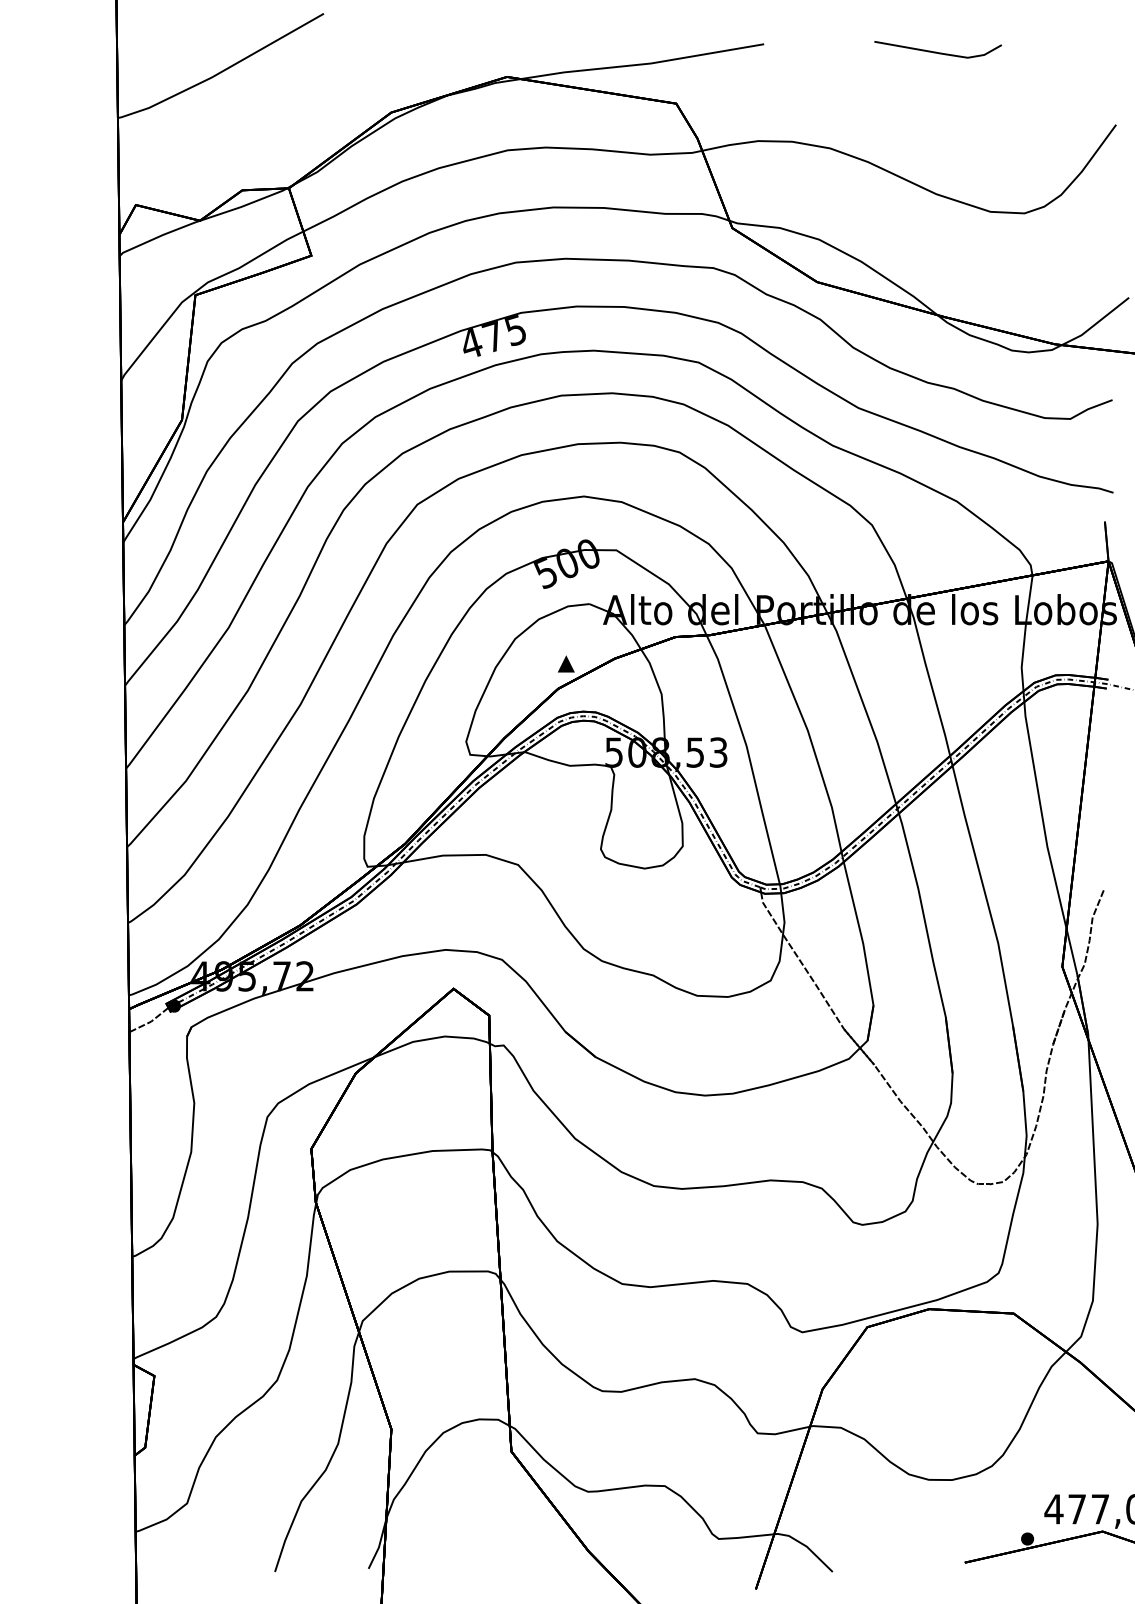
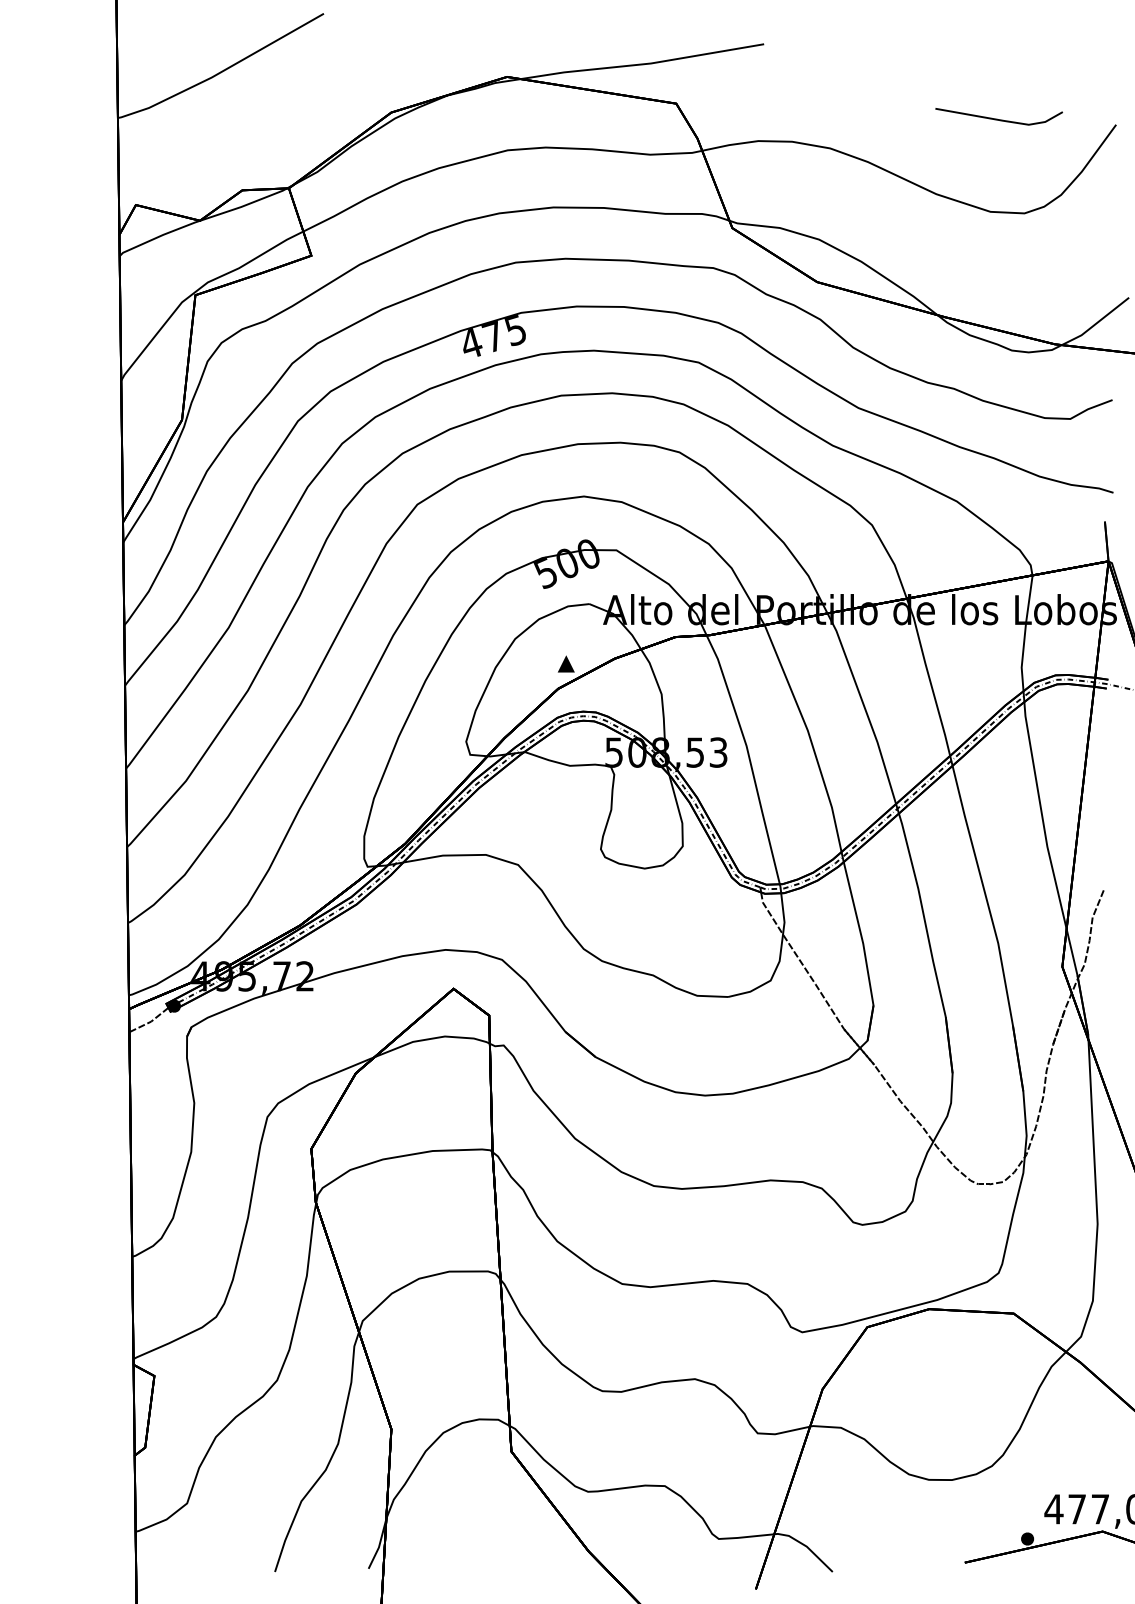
line at (936, 51) position: (936, 51) -> (997, 118)
